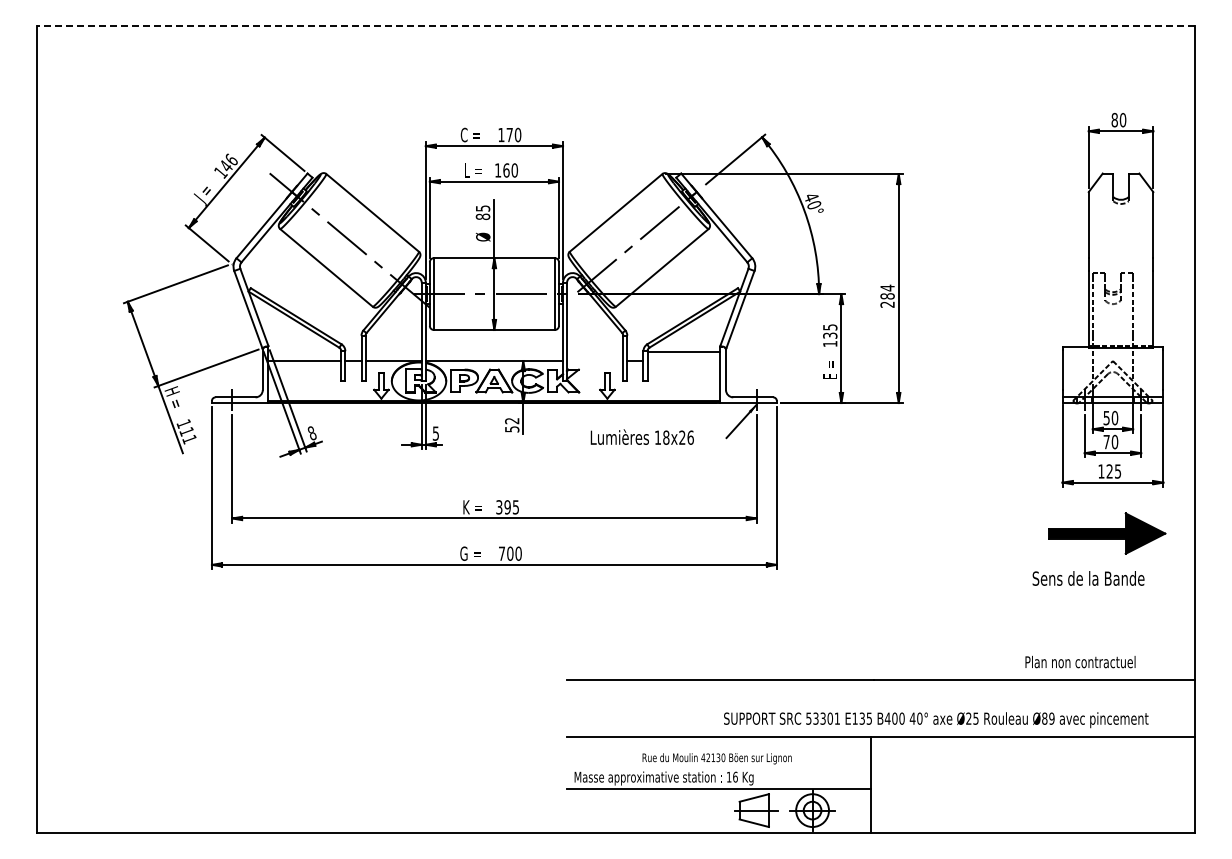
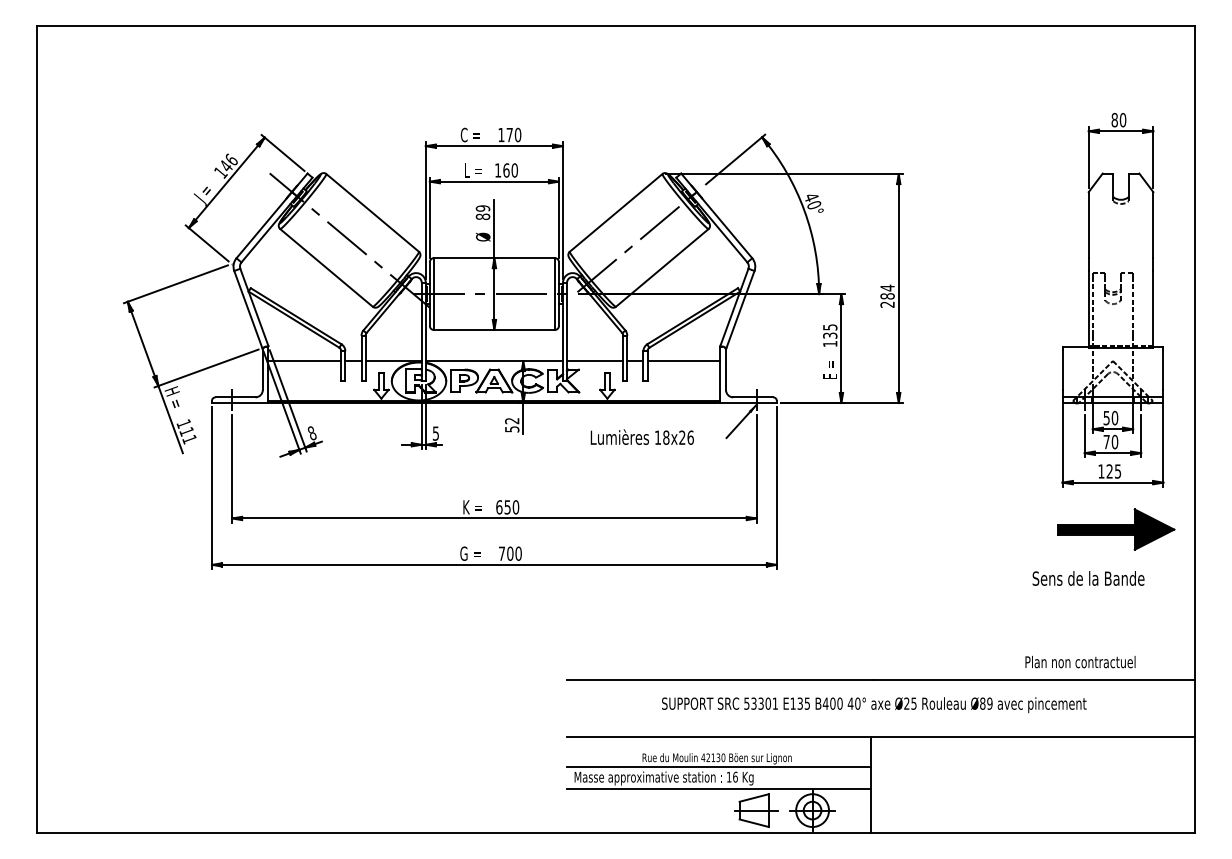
line at (615, 25): dashed -> solid
text at (482, 208): 85 -> 89
line at (683, 352) position: (683, 352) -> (683, 361)
line at (595, 361): none -> present
text at (507, 507): 395 -> 650
part at (1107, 533) position: (1107, 533) -> (1116, 529)
text at (936, 720) position: (936, 720) -> (874, 705)
line at (718, 766): none -> present
